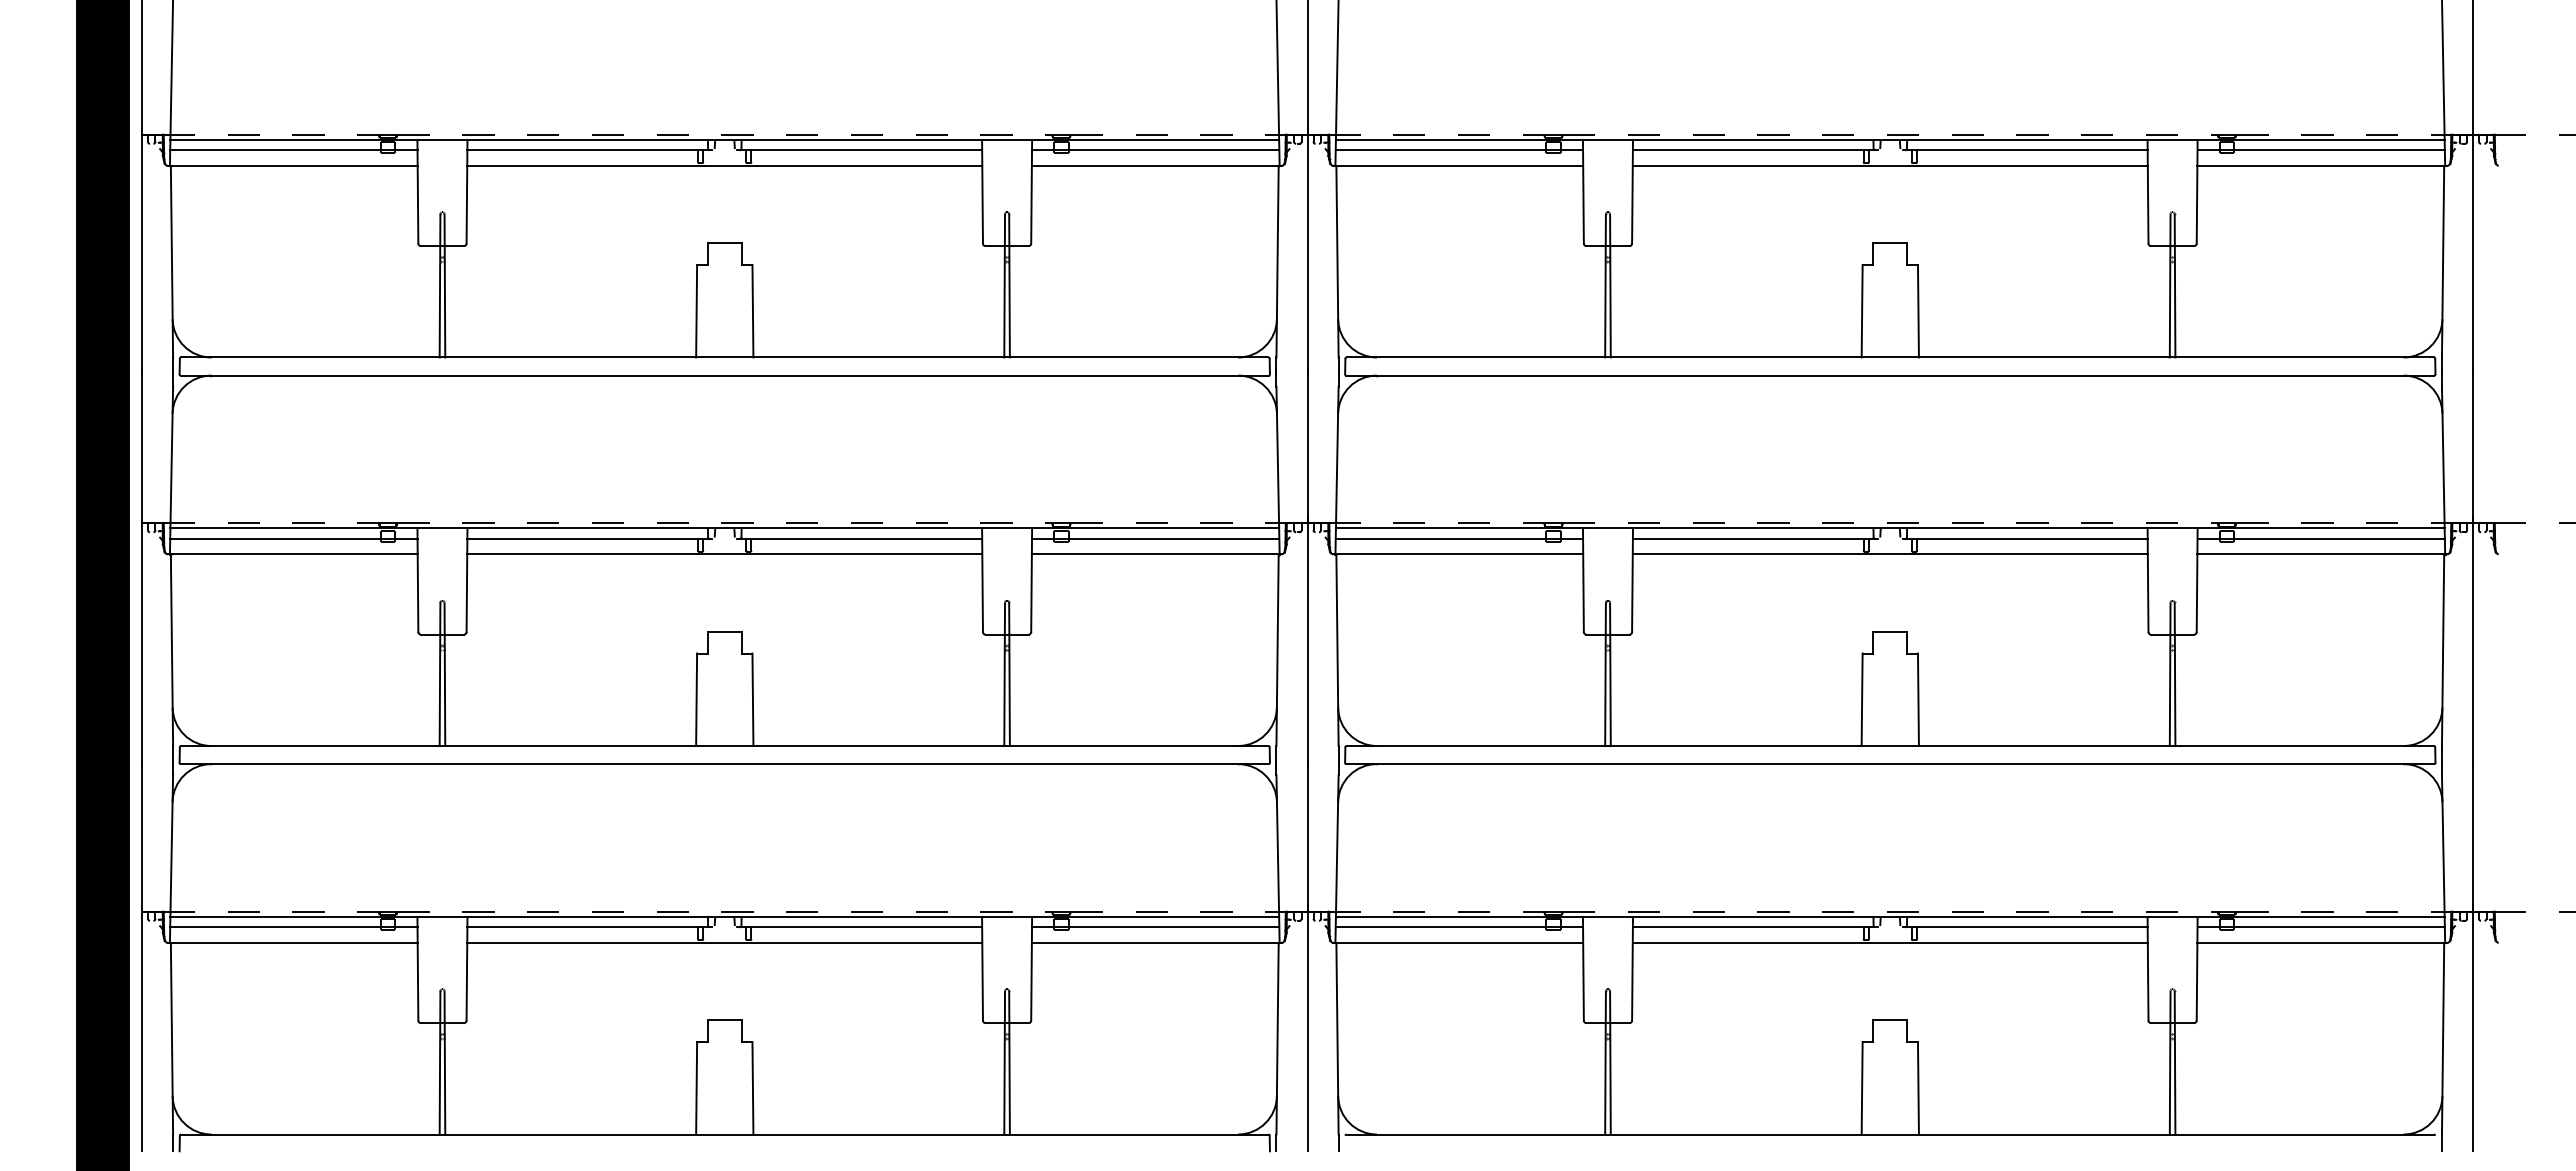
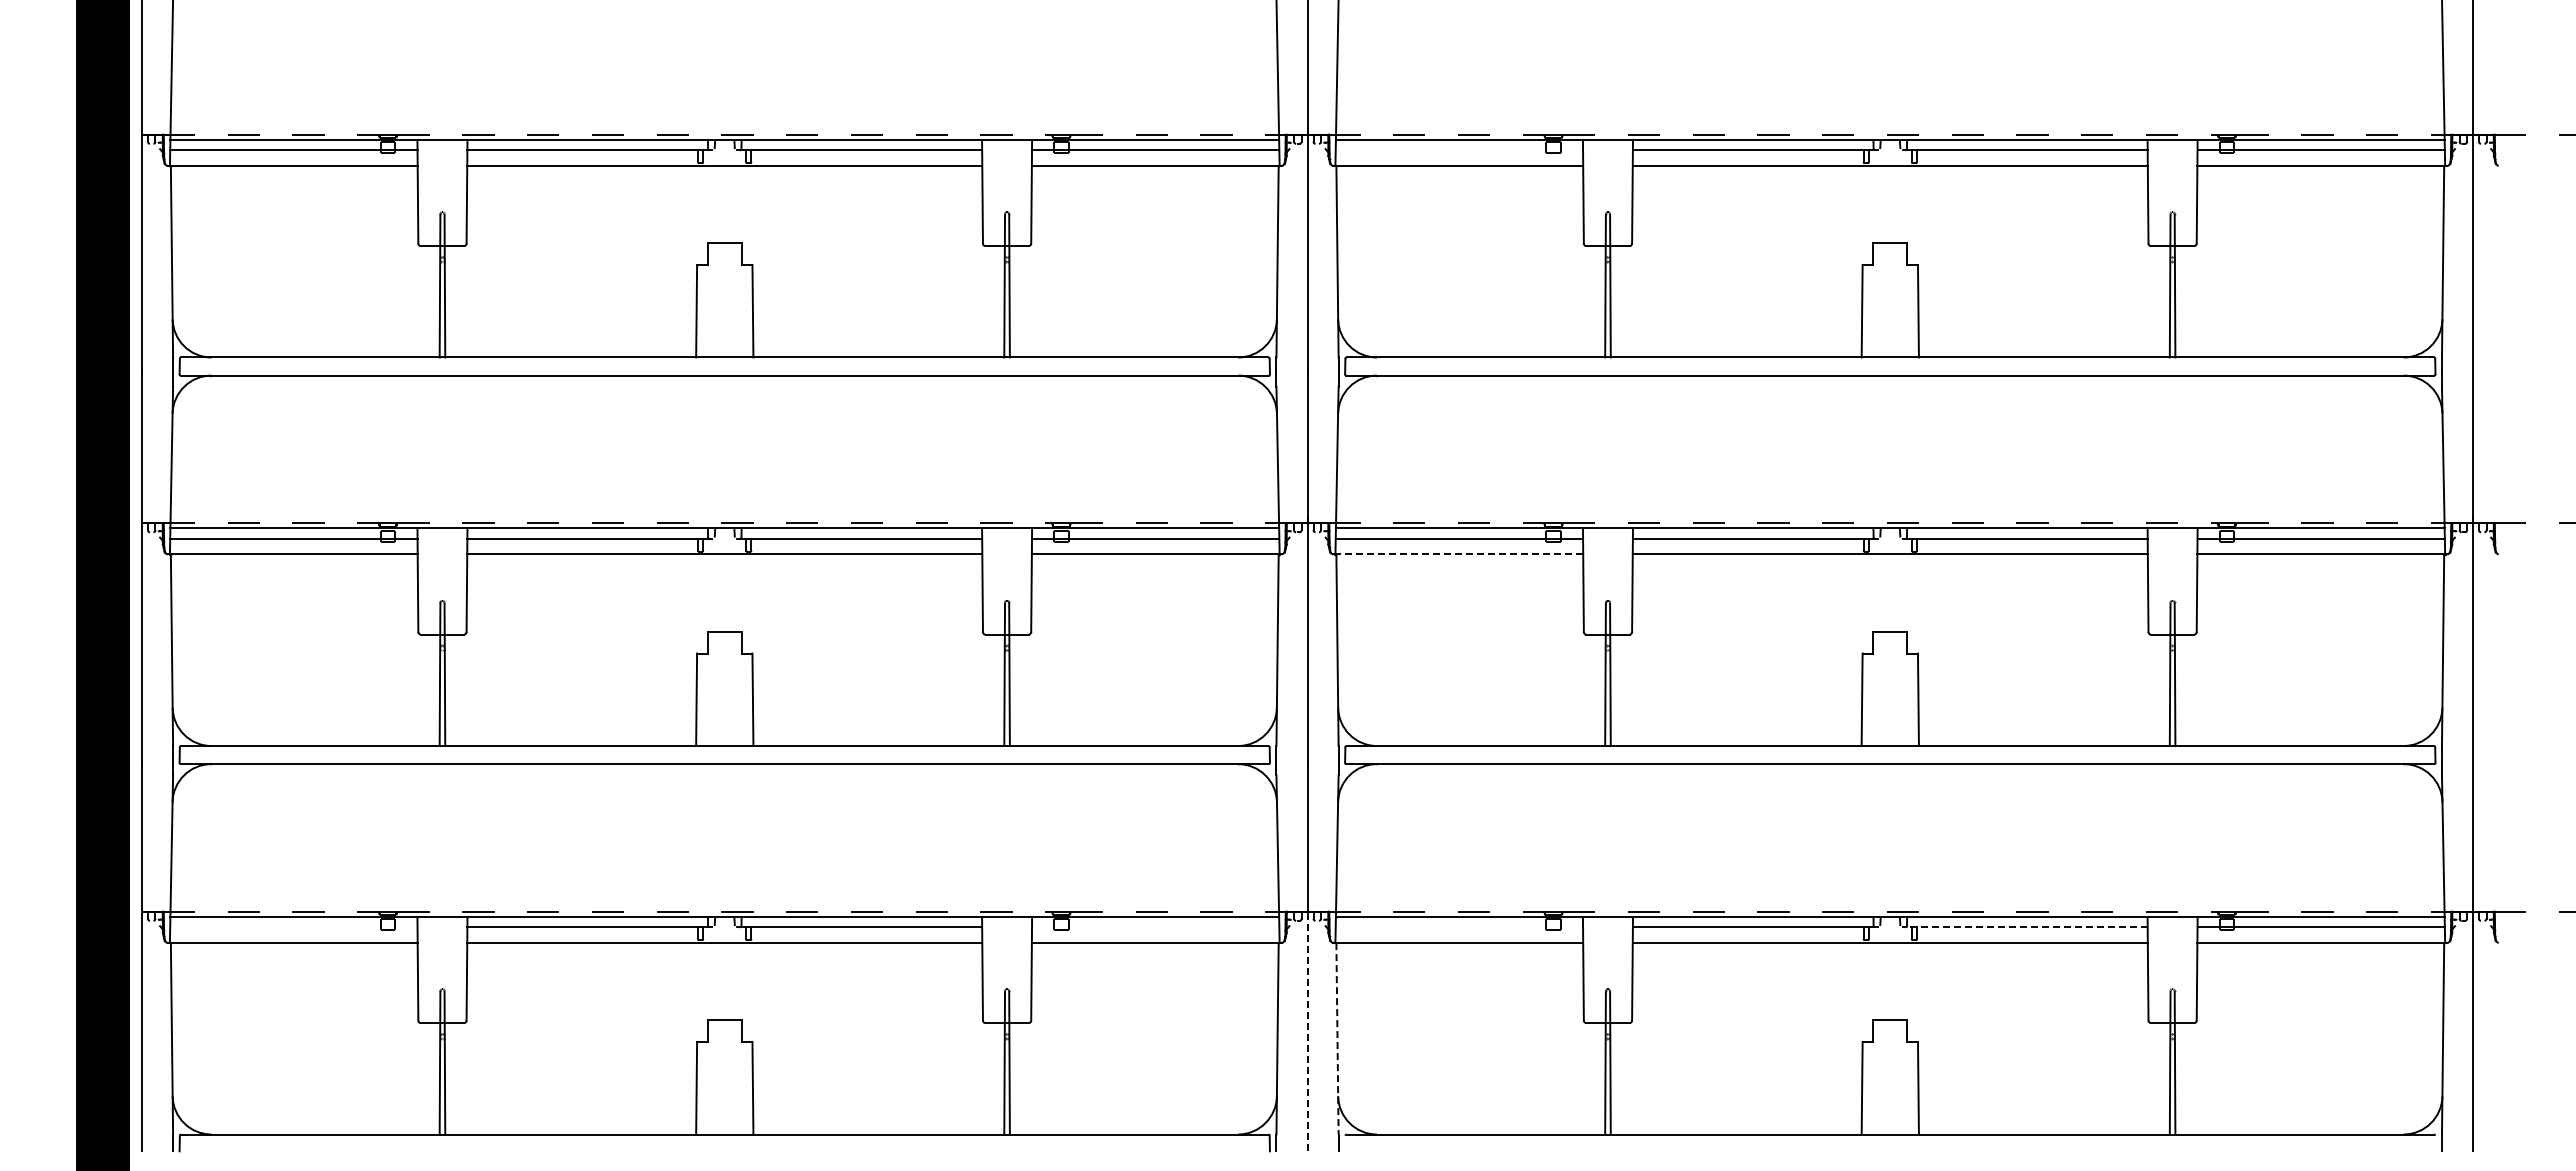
line at (1459, 150): present -> none
line at (1459, 554): solid -> dashed
line at (293, 927): present -> none
line at (1155, 927): present -> none
line at (1459, 927): present -> none
line at (2026, 927): solid -> dashed
line at (1307, 1031): solid -> dashed
line at (1337, 1038): solid -> dashed
